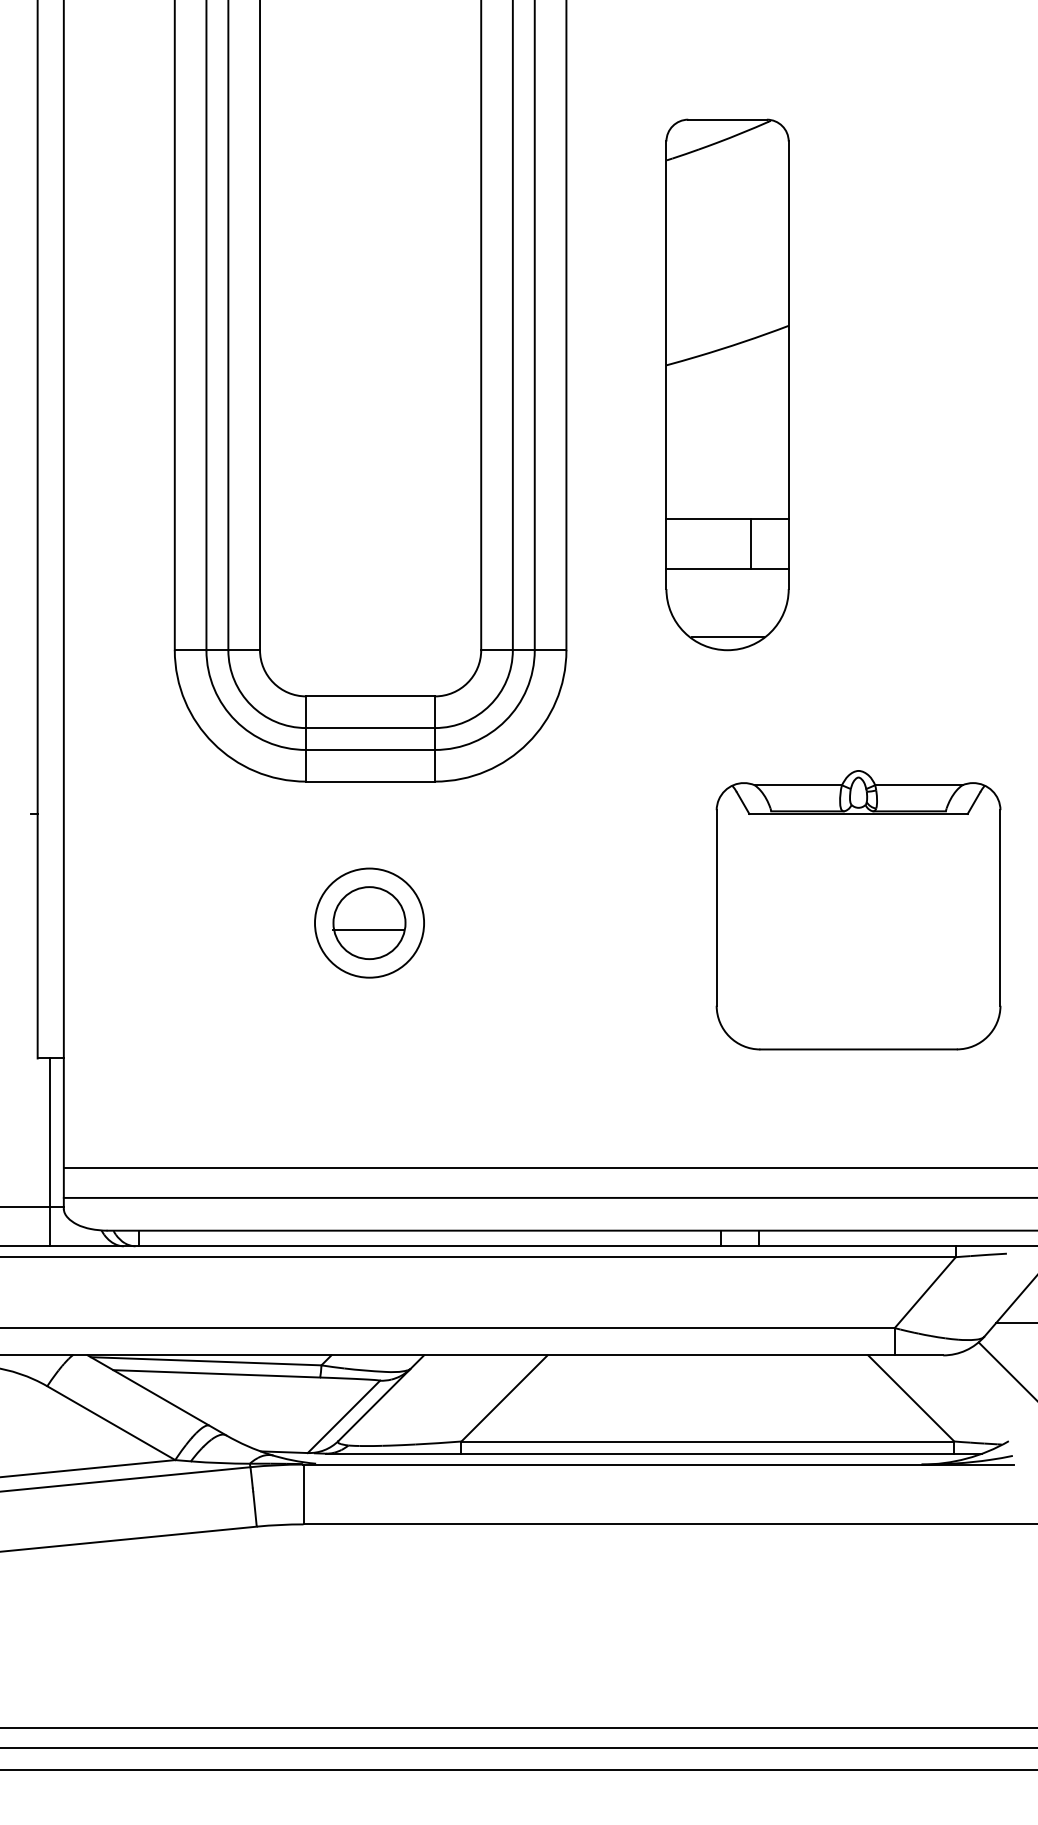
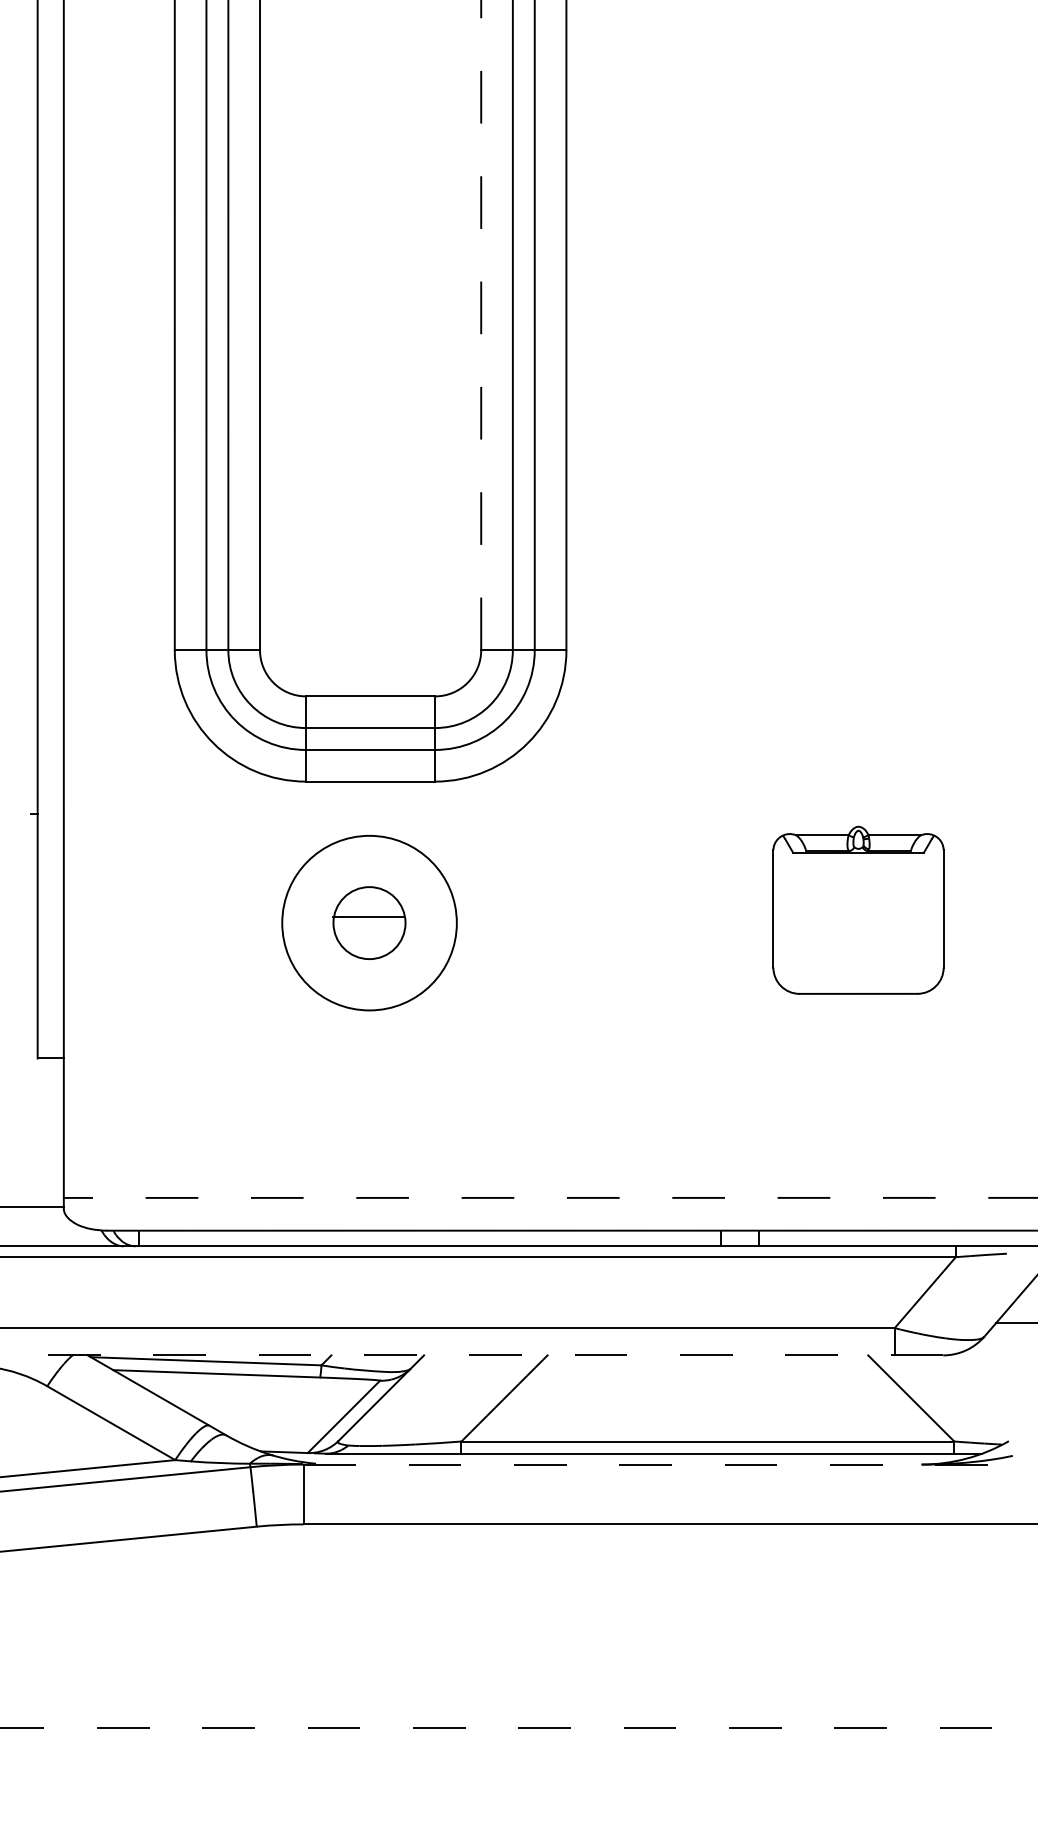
line at (481, 325): solid -> dashed
part at (727, 384): present -> none
part at (858, 910) size: 287x281 px -> 173x170 px
circle at (369, 922) diameter: 109 px -> 175 px
line at (368, 929) position: (368, 929) -> (368, 916)
line at (49, 1152): present -> none
line at (548, 1167): present -> none
line at (550, 1197): solid -> dashed
line at (471, 1355): solid -> dashed
line at (1006, 1370): present -> none
line at (658, 1464): solid -> dashed
line at (518, 1728): solid -> dashed
line at (518, 1748): present -> none
line at (518, 1770): present -> none
